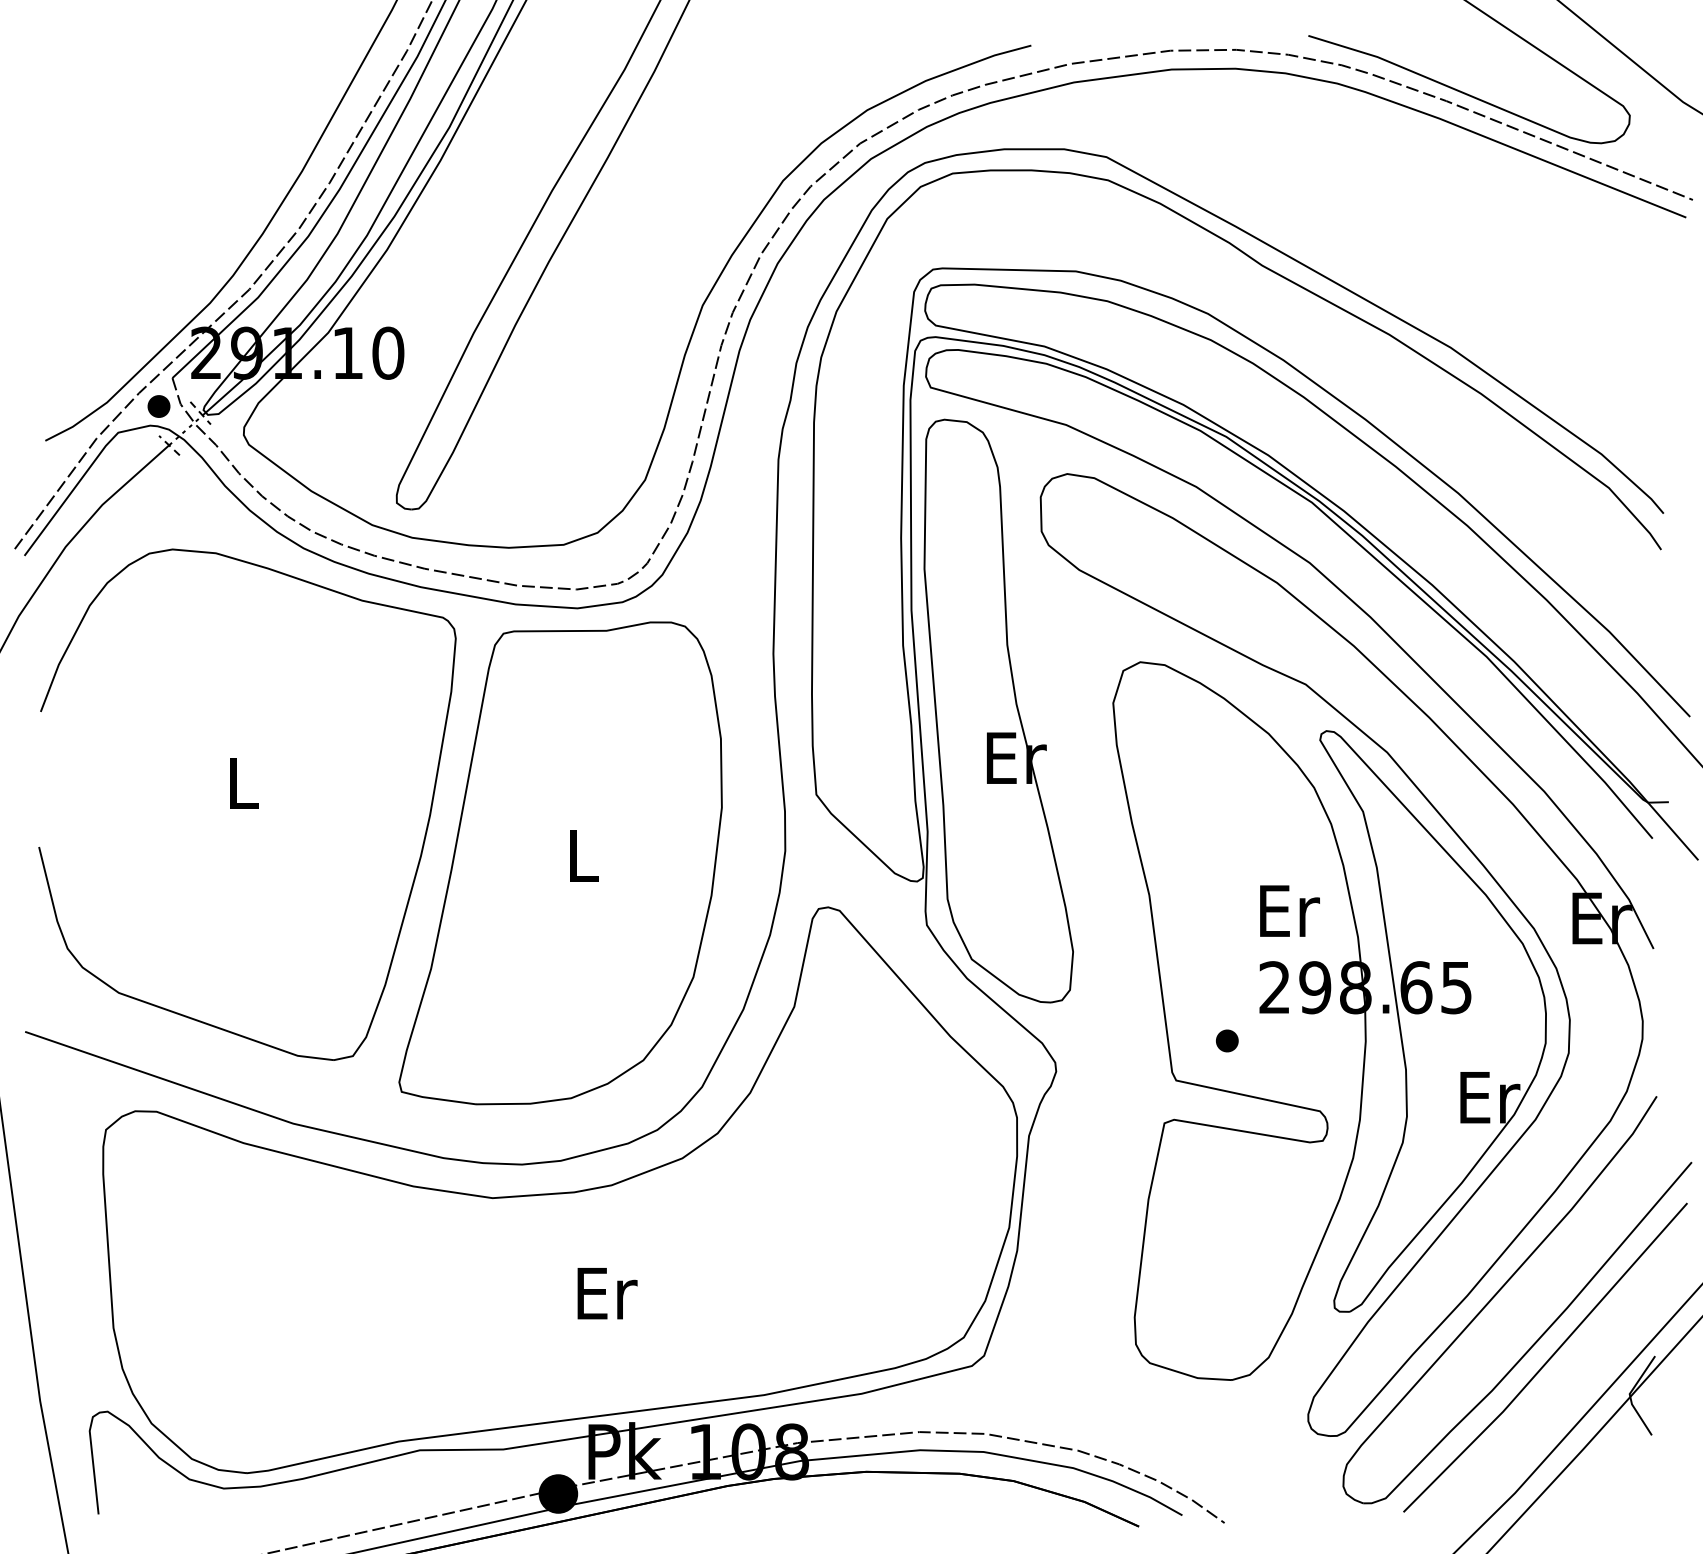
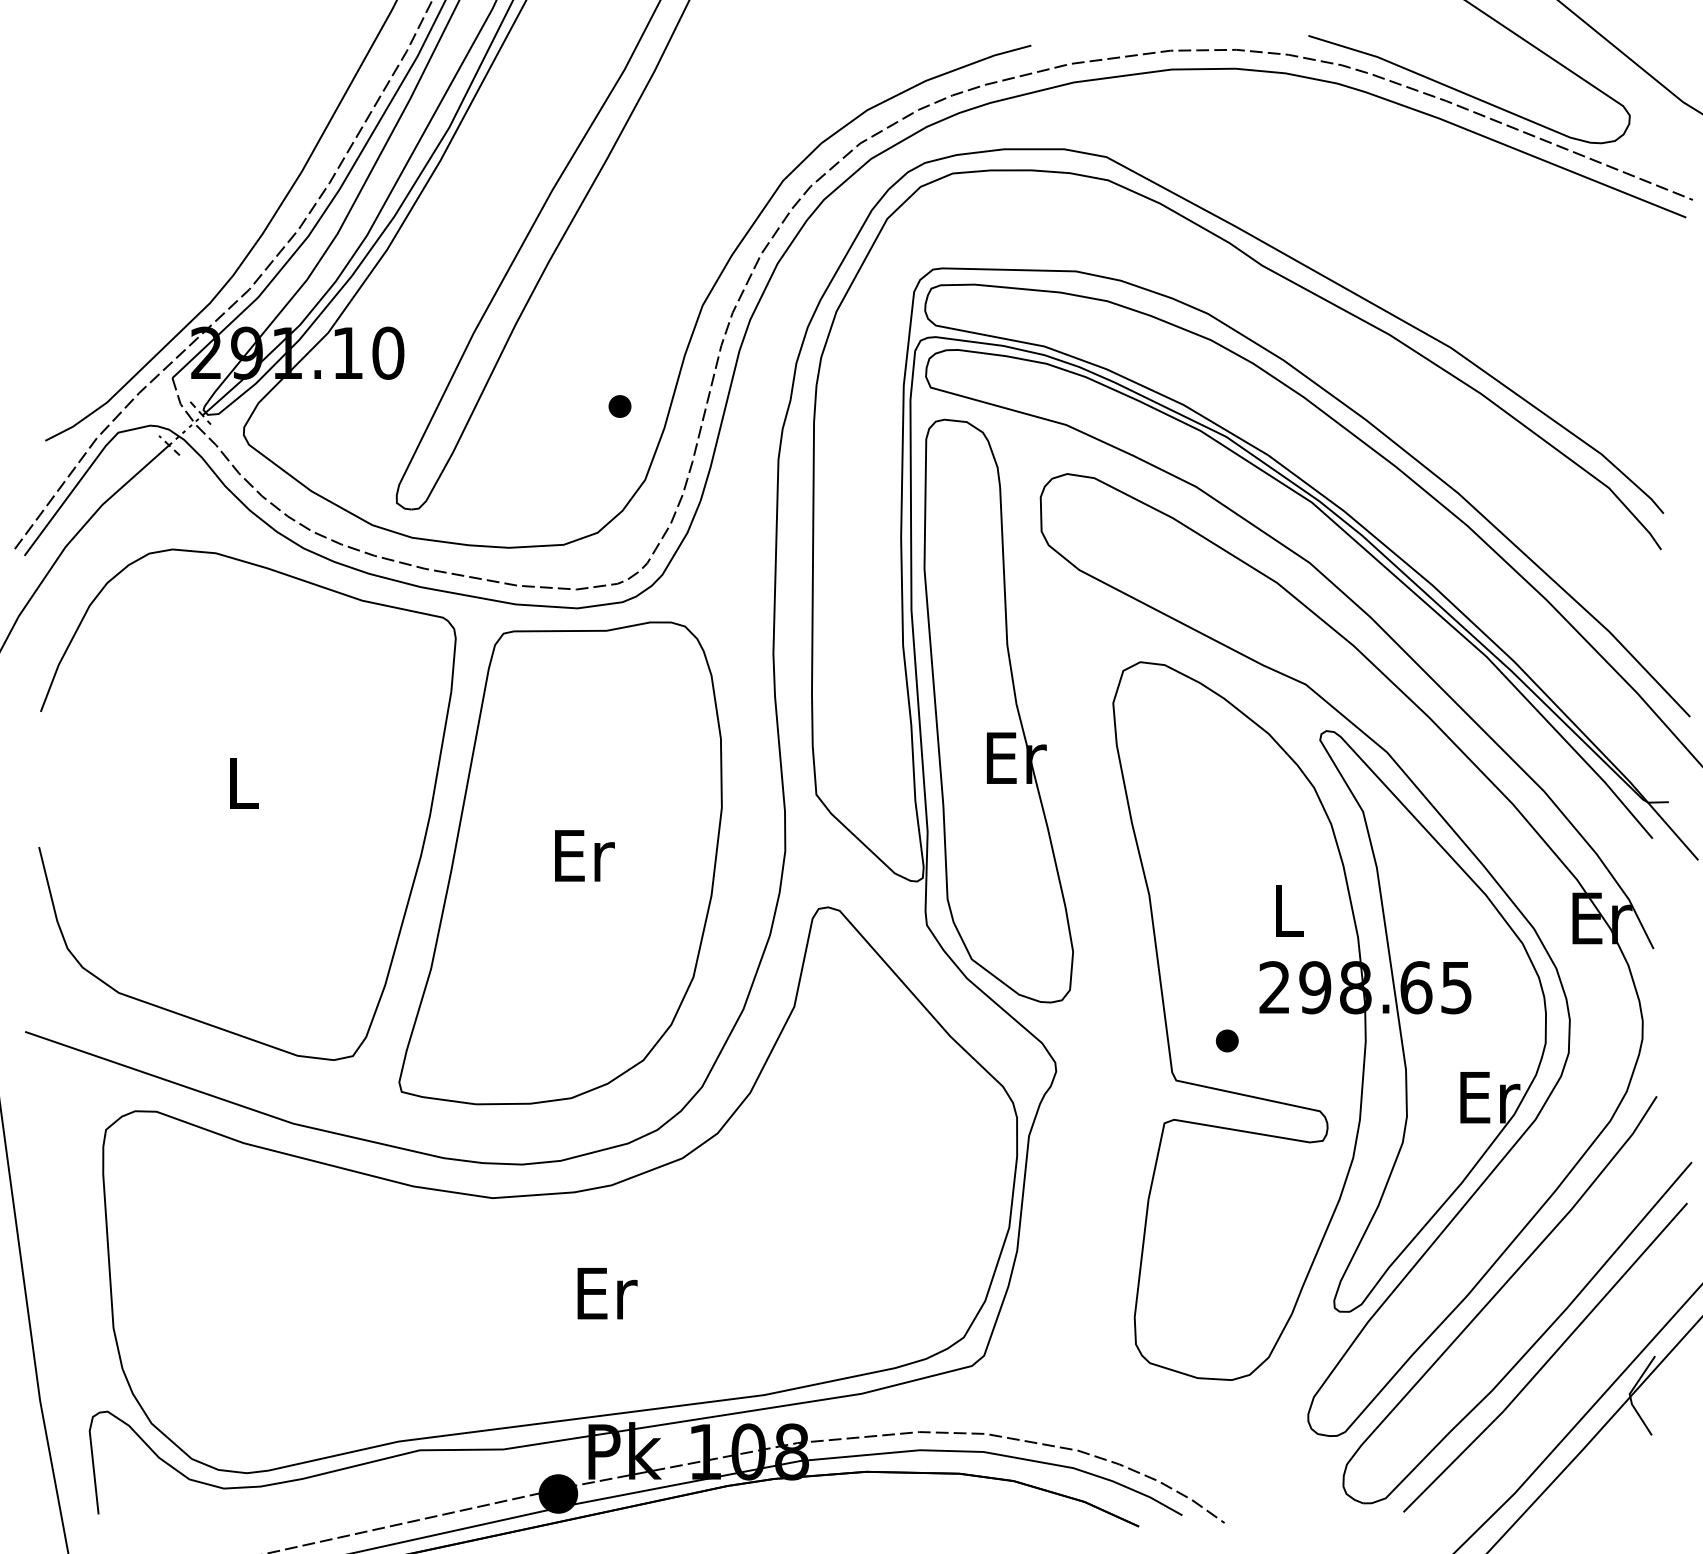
part at (158, 406) position: (158, 406) -> (619, 406)
text at (584, 855): L -> Er
text at (1289, 910): Er -> L
